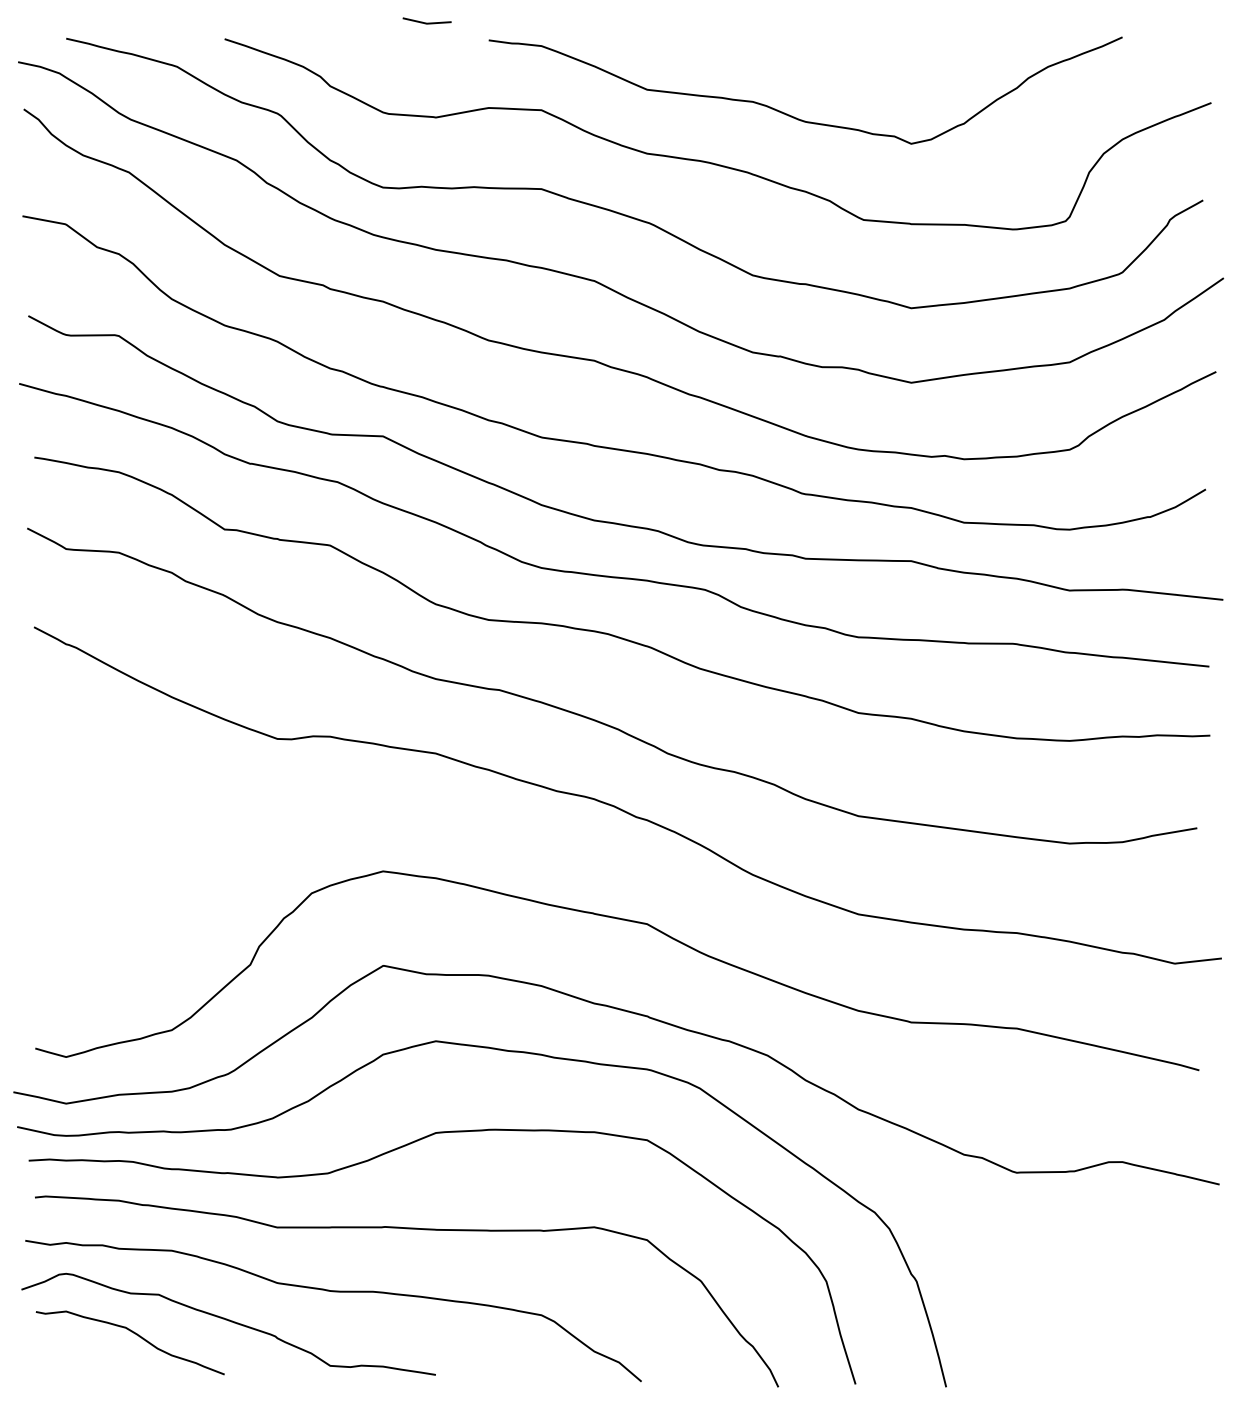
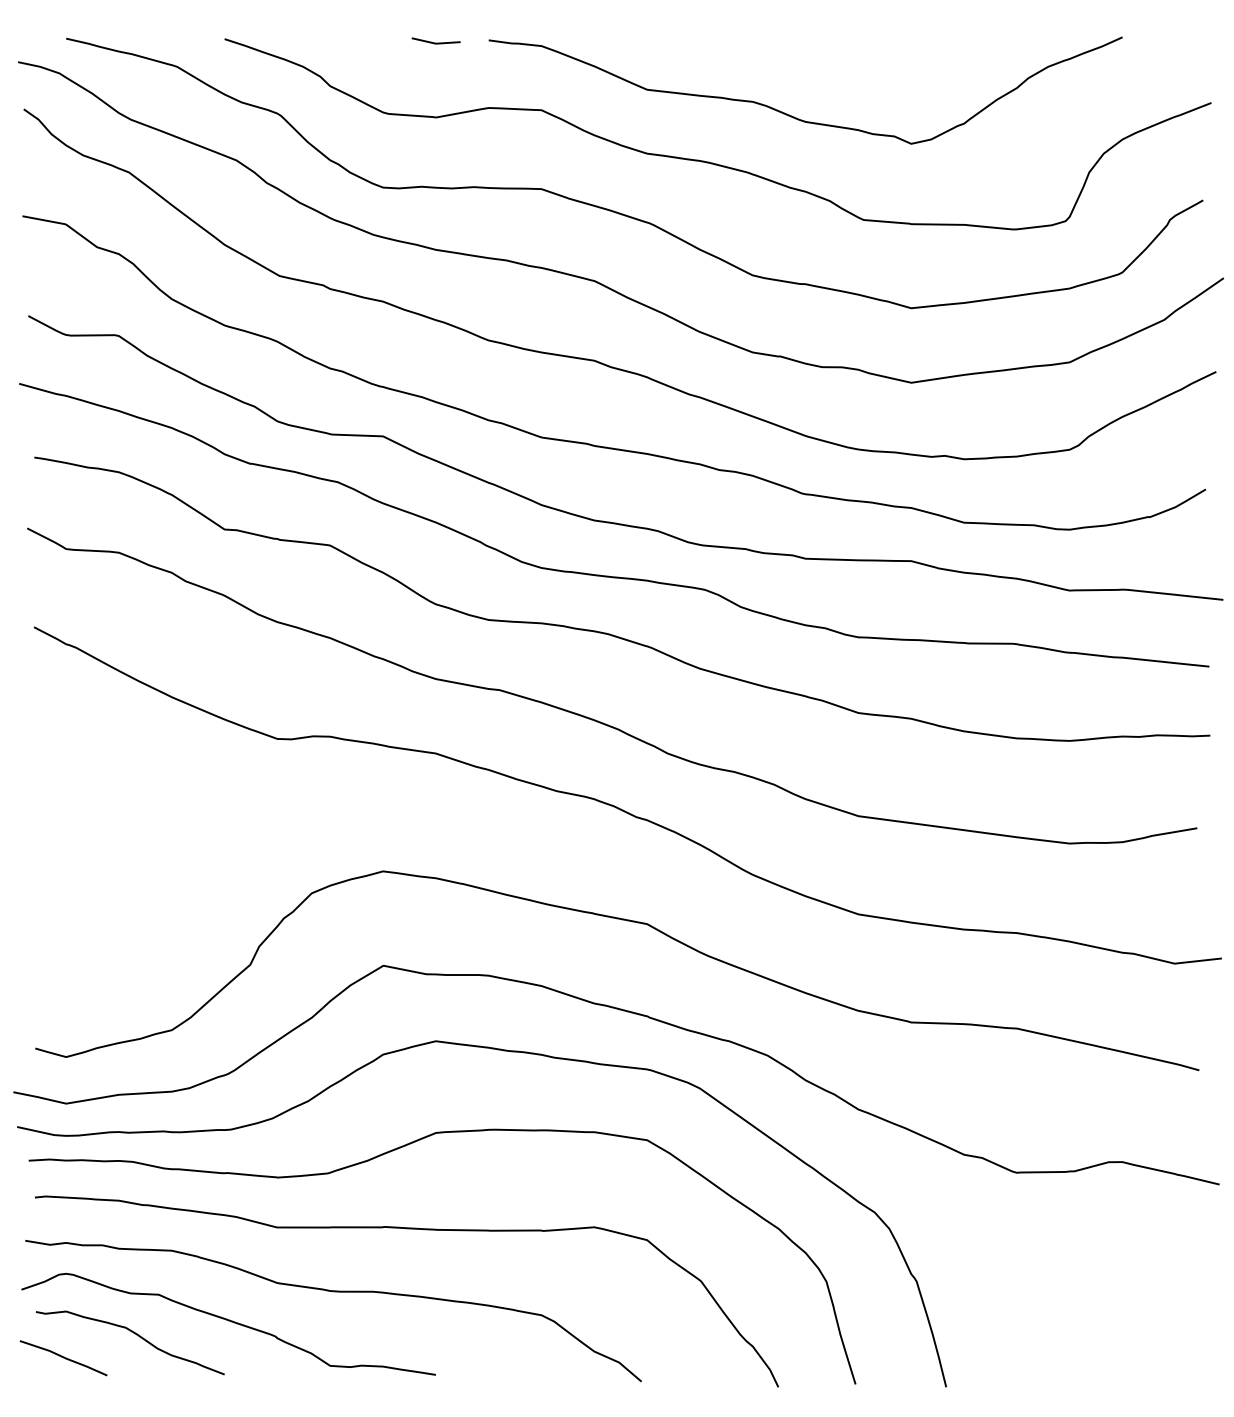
line at (426, 22) position: (426, 22) -> (435, 42)
line at (63, 1358): none -> present
